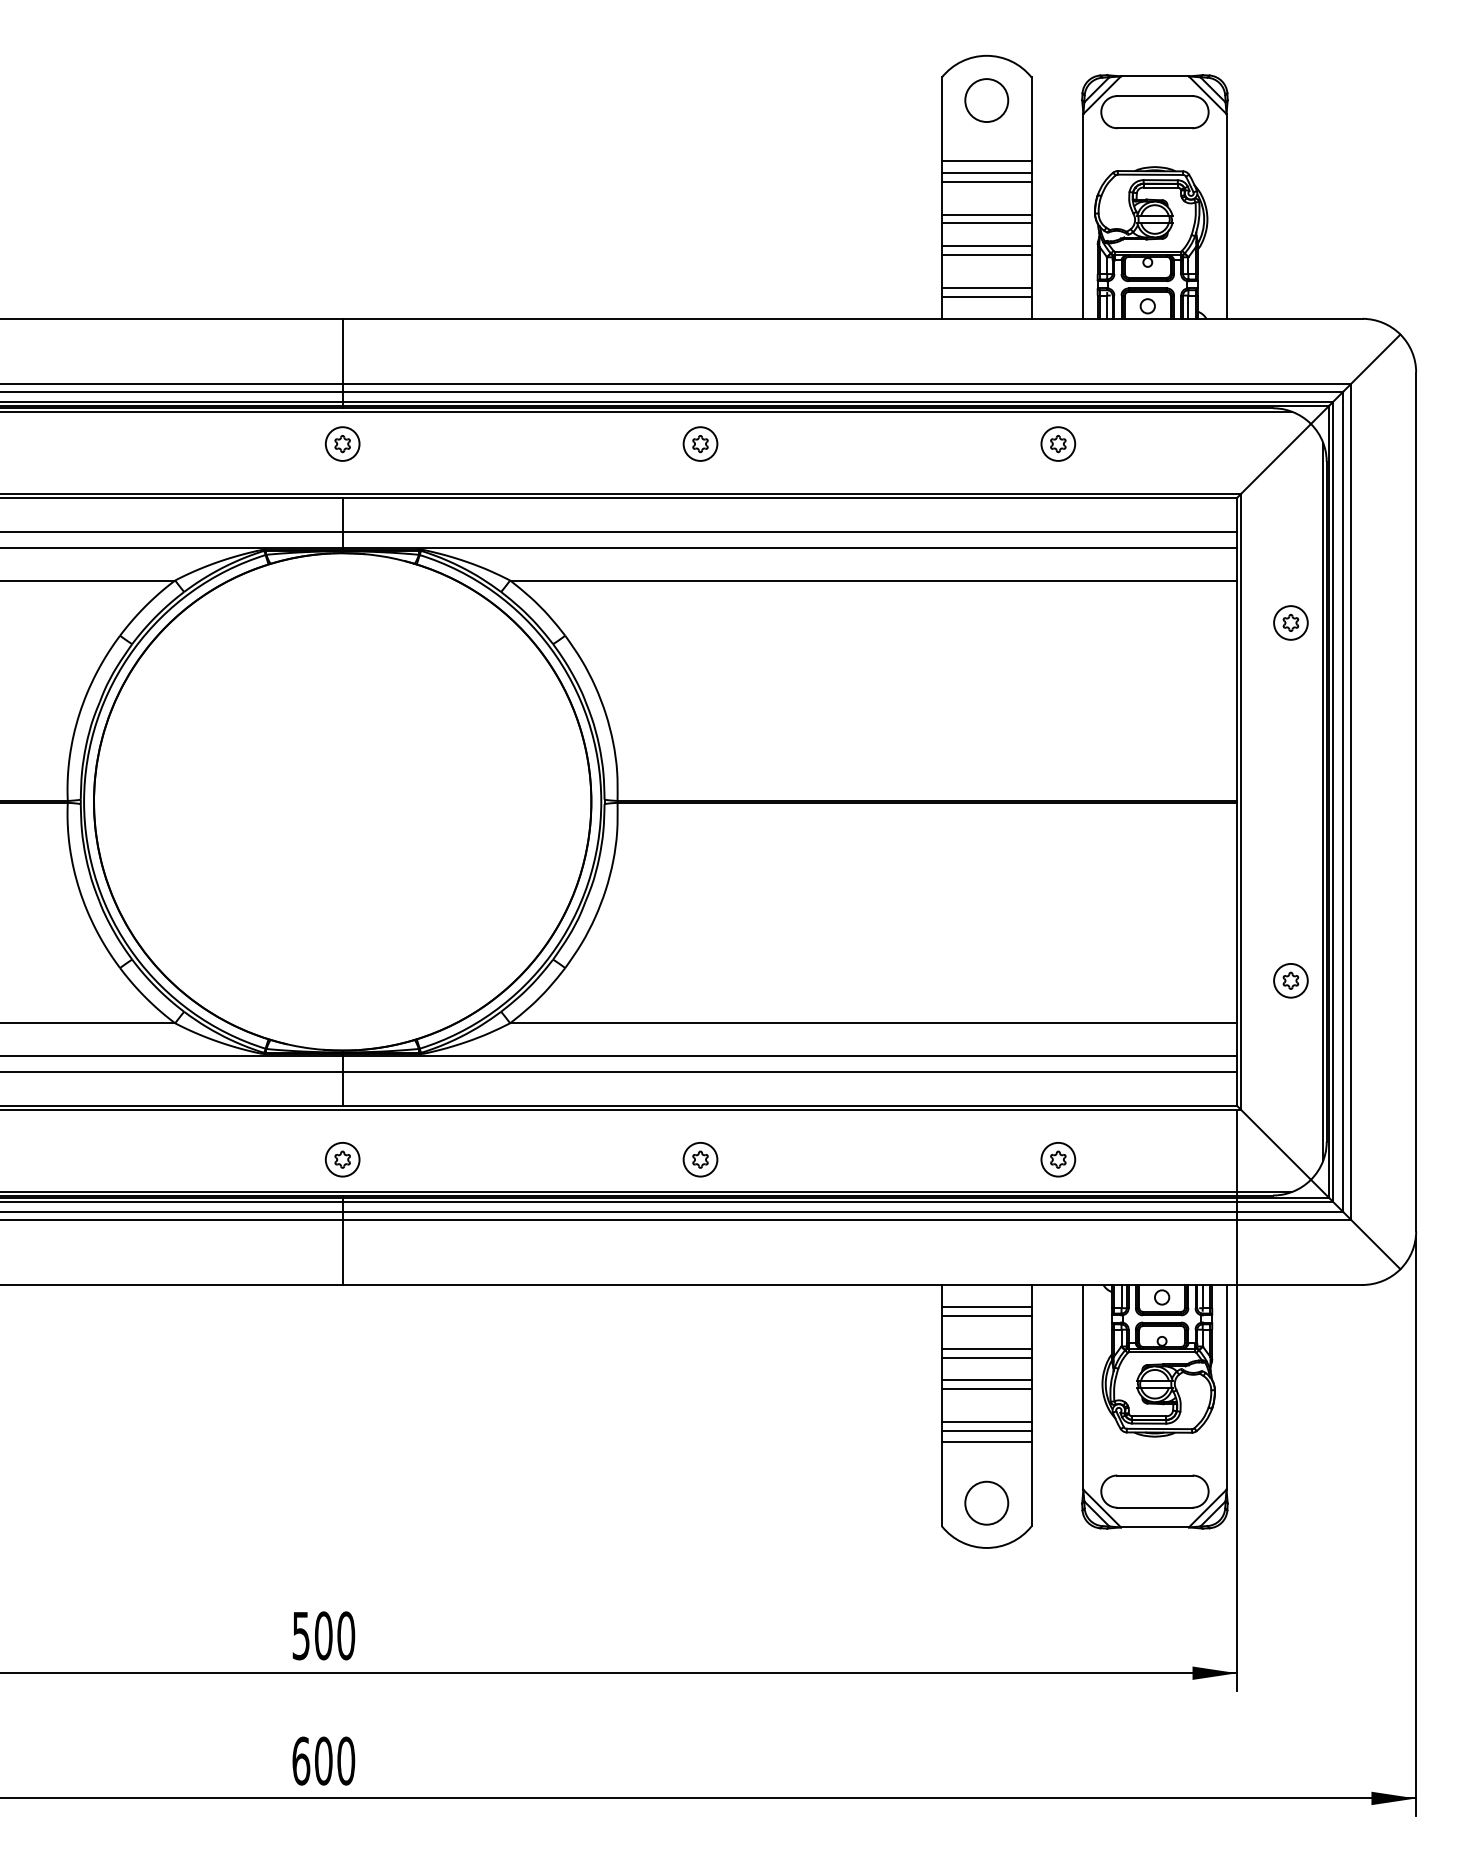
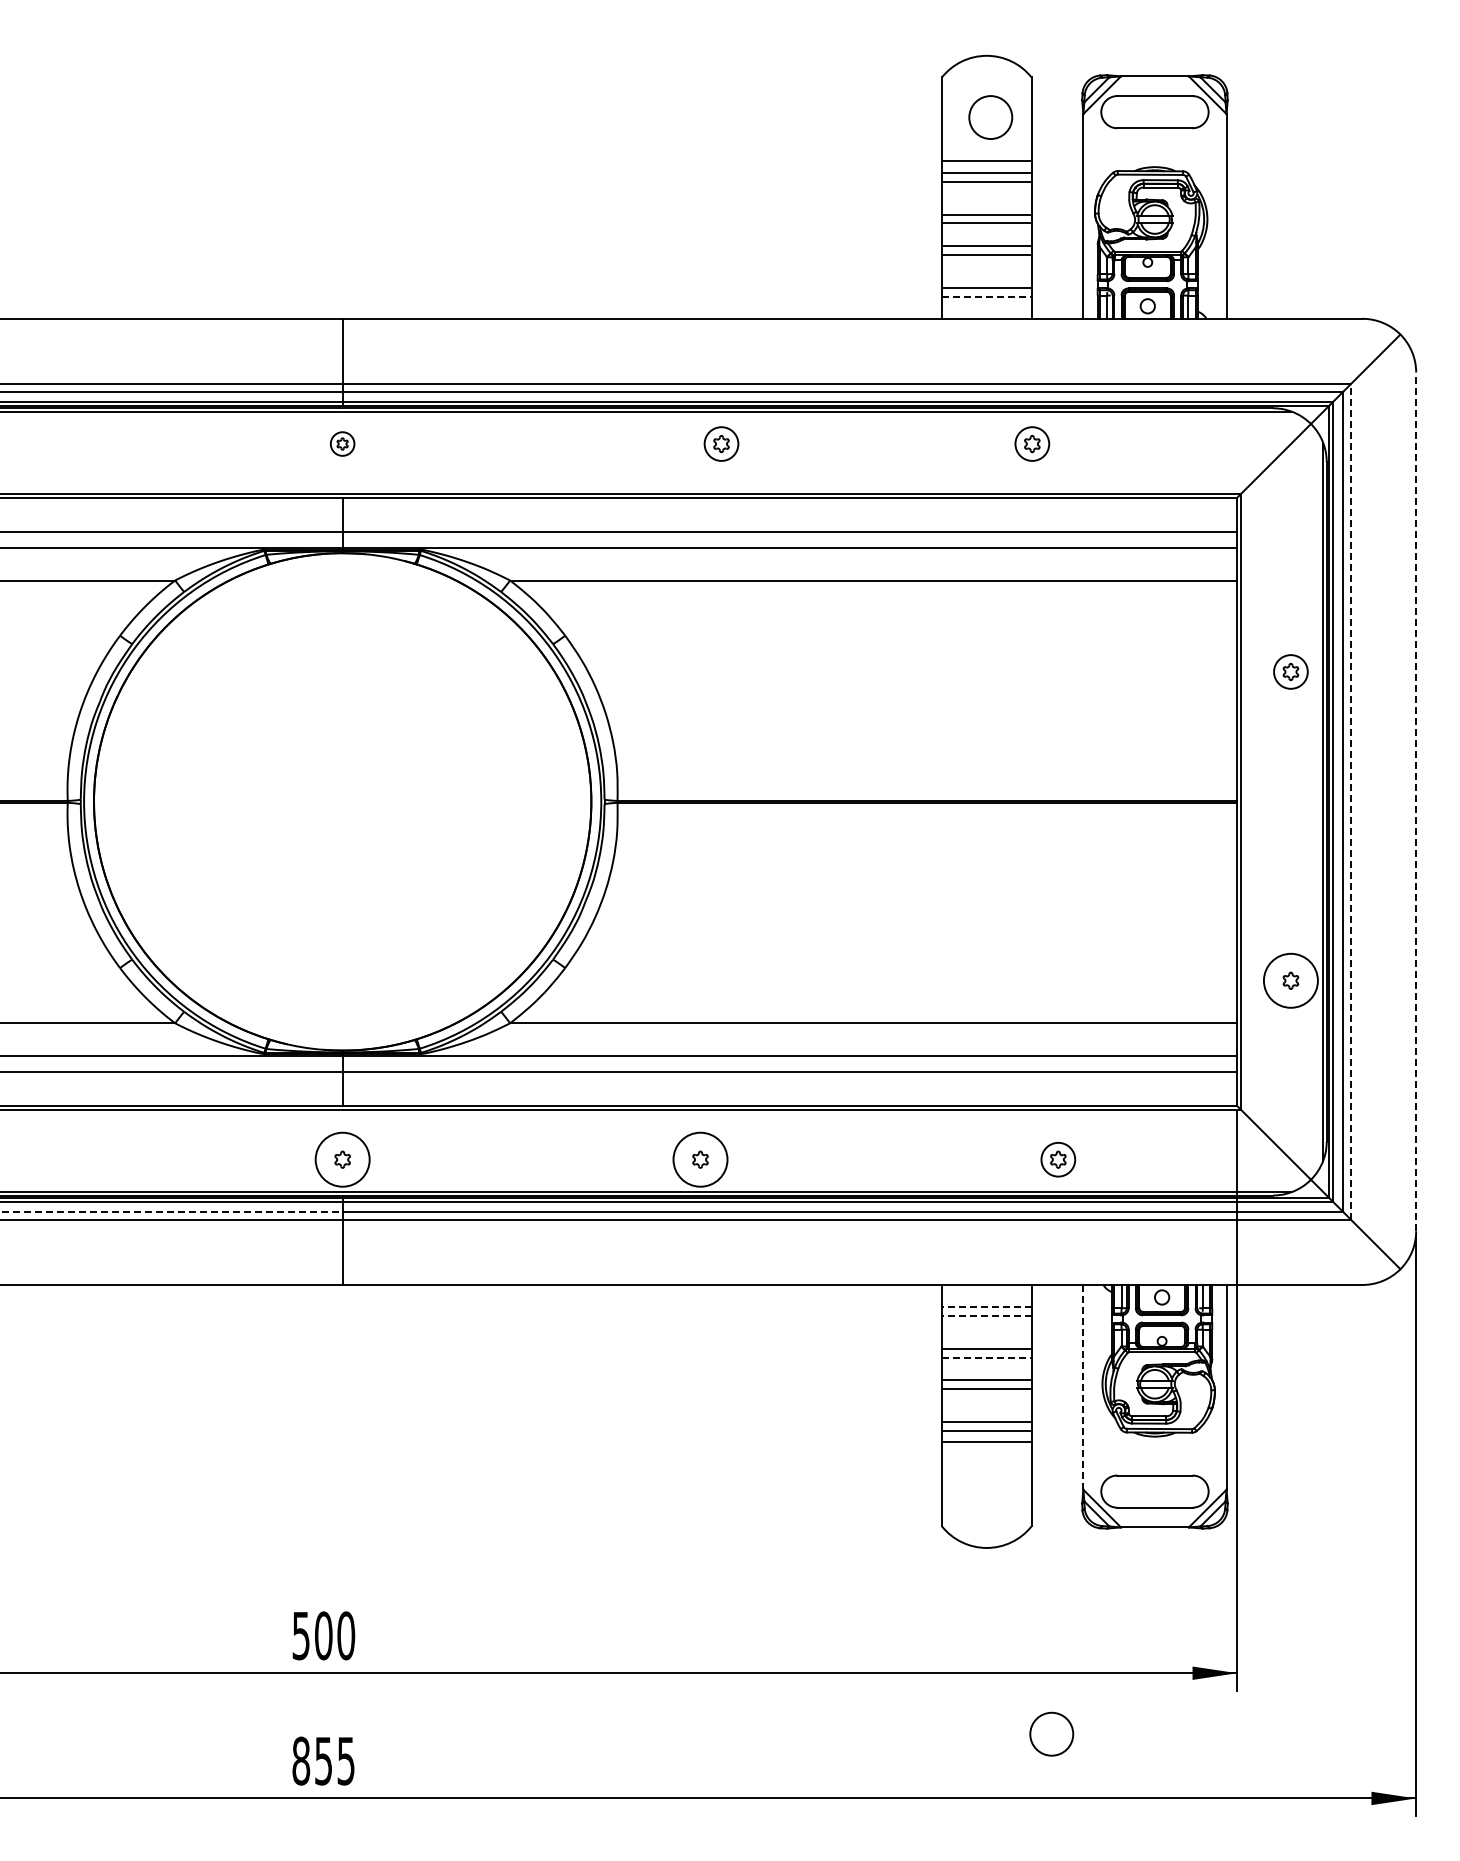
circle at (986, 100) position: (986, 100) -> (990, 117)
line at (986, 296): solid -> dashed
part at (342, 443) size: 37x36 px -> 27x26 px
part at (700, 443) position: (700, 443) -> (721, 443)
part at (1058, 443) position: (1058, 443) -> (1032, 443)
part at (1290, 622) position: (1290, 622) -> (1290, 671)
line at (1350, 801): solid -> dashed
line at (1416, 801): solid -> dashed
circle at (1290, 980) diameter: 34 px -> 54 px
circle at (342, 1159) diameter: 34 px -> 54 px
circle at (700, 1159) diameter: 34 px -> 54 px
line at (171, 1212): solid -> dashed
line at (986, 1307): solid -> dashed
line at (986, 1315): solid -> dashed
line at (986, 1357): solid -> dashed
line at (1083, 1386): solid -> dashed
circle at (986, 1502) position: (986, 1502) -> (1051, 1733)
text at (323, 1760): 600 -> 855
